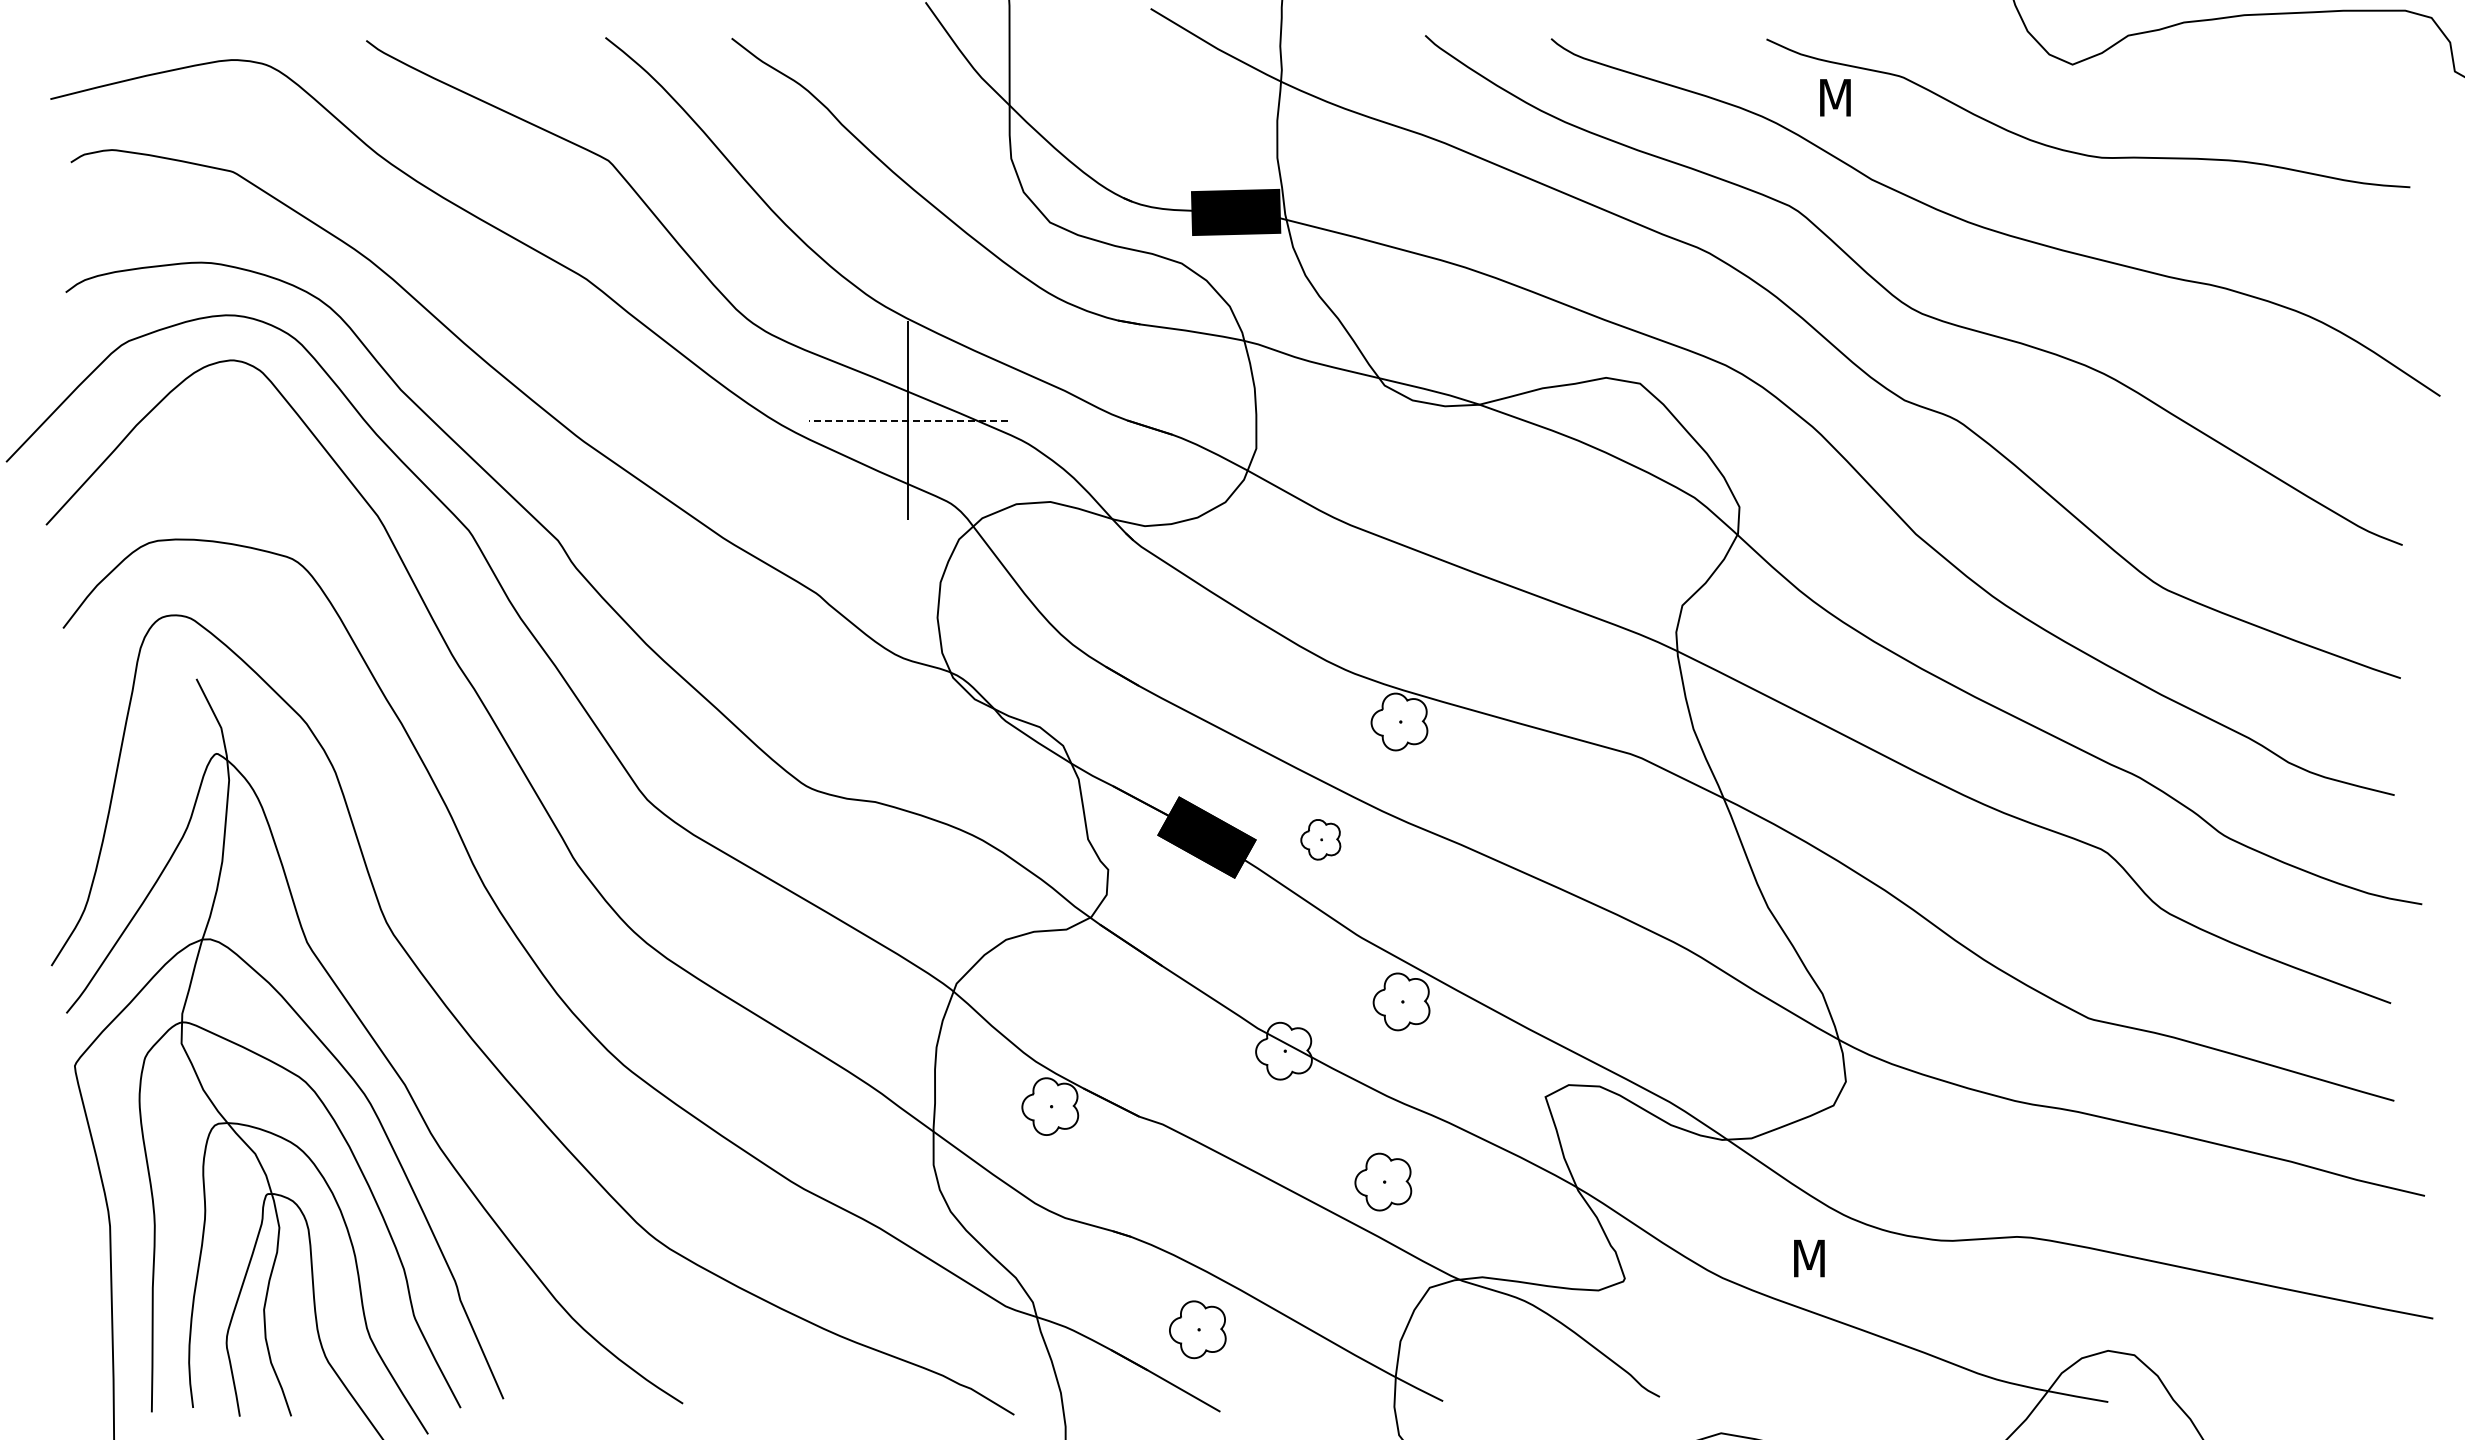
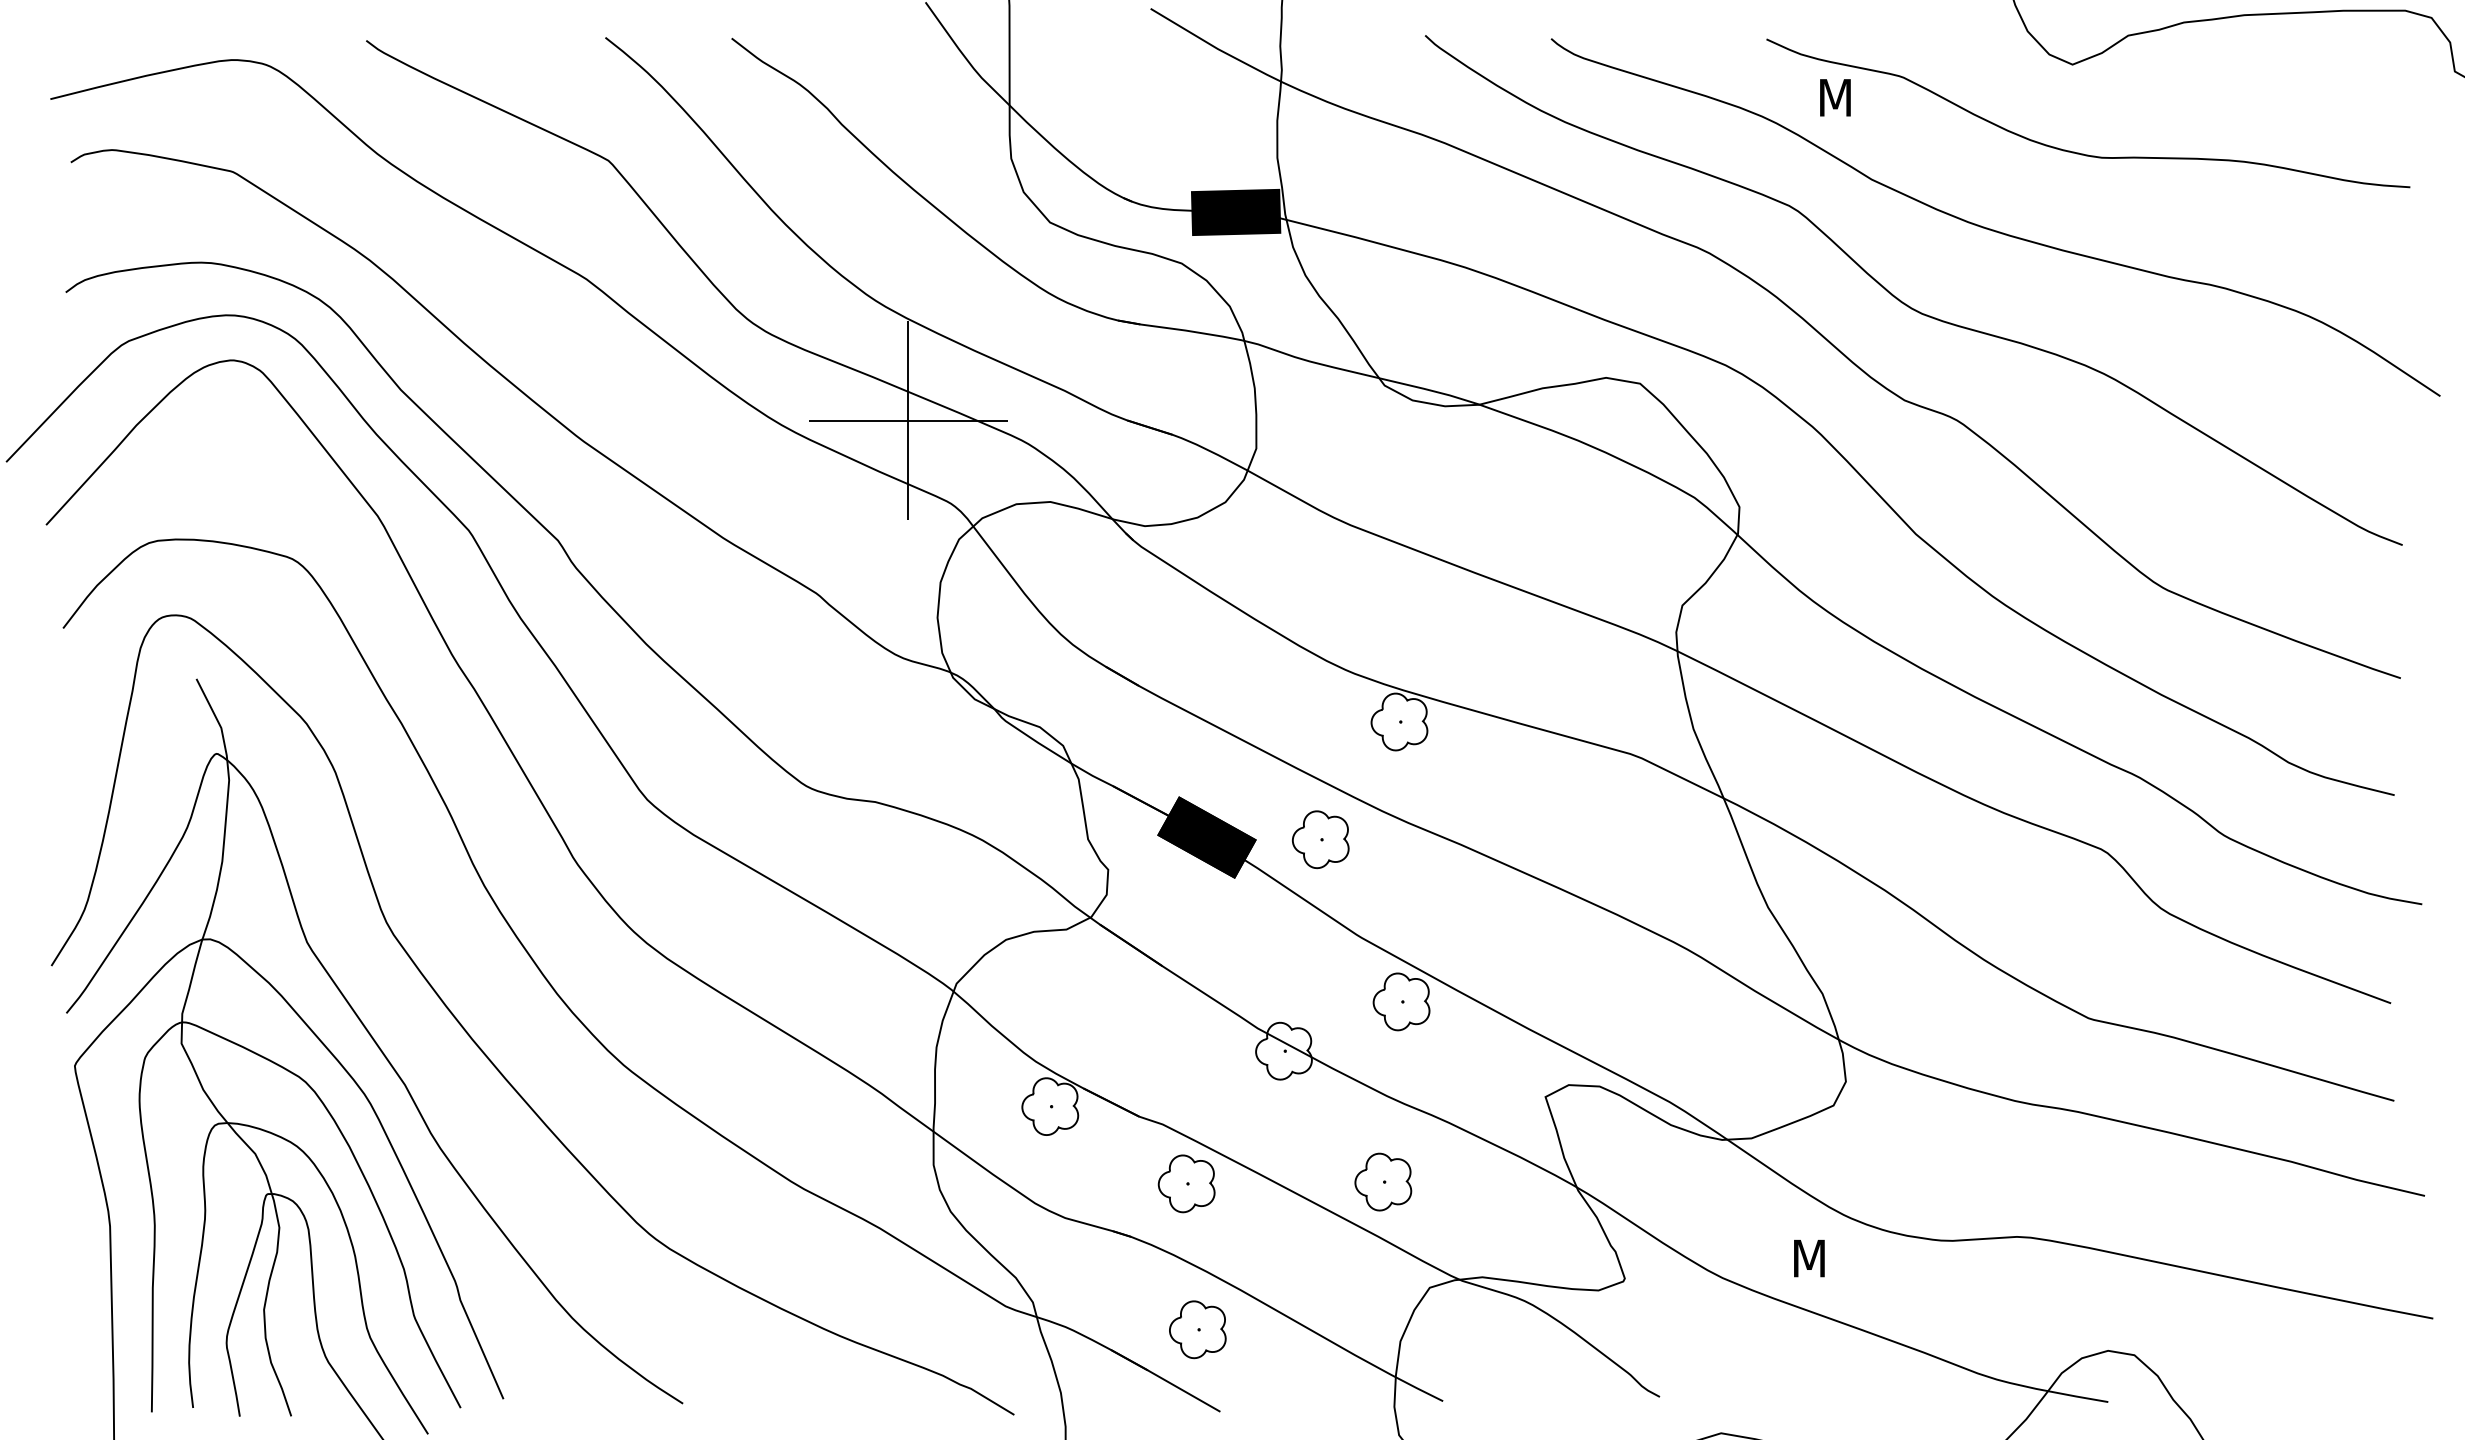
line at (908, 420): dashed -> solid
part at (1320, 839) size: 42x42 px -> 58x60 px
part at (1186, 1183): none -> present
